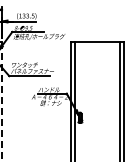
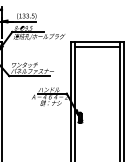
line at (97, 46): none -> present
line at (2, 102): dashed -> solid
